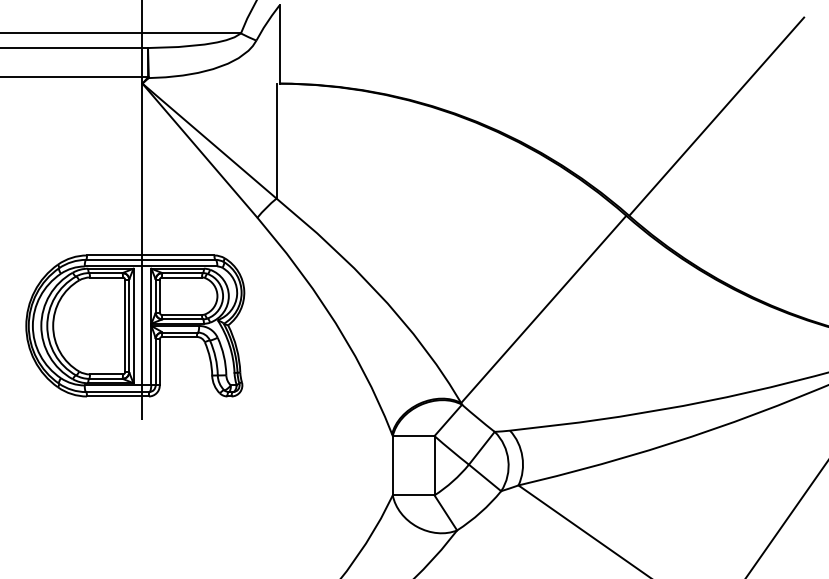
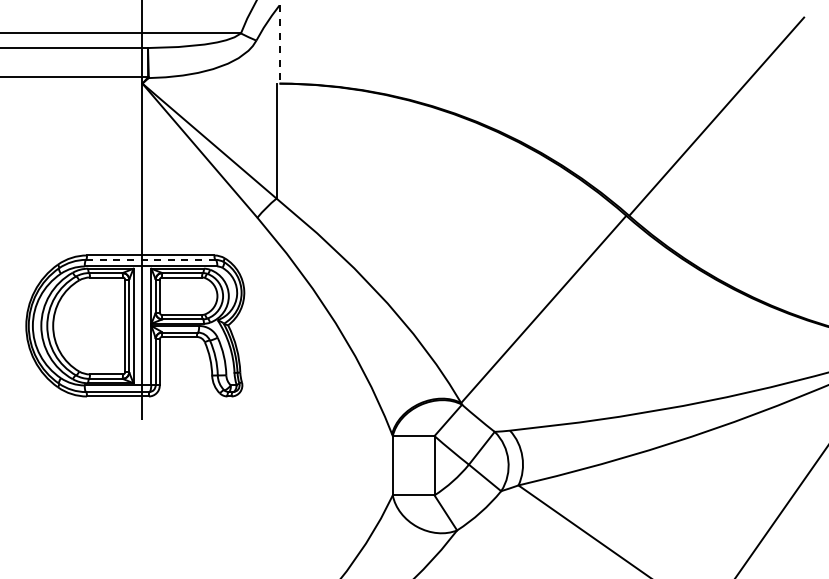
line at (279, 45): solid -> dashed
line at (150, 259): solid -> dashed
line at (786, 519) position: (786, 519) -> (780, 511)
